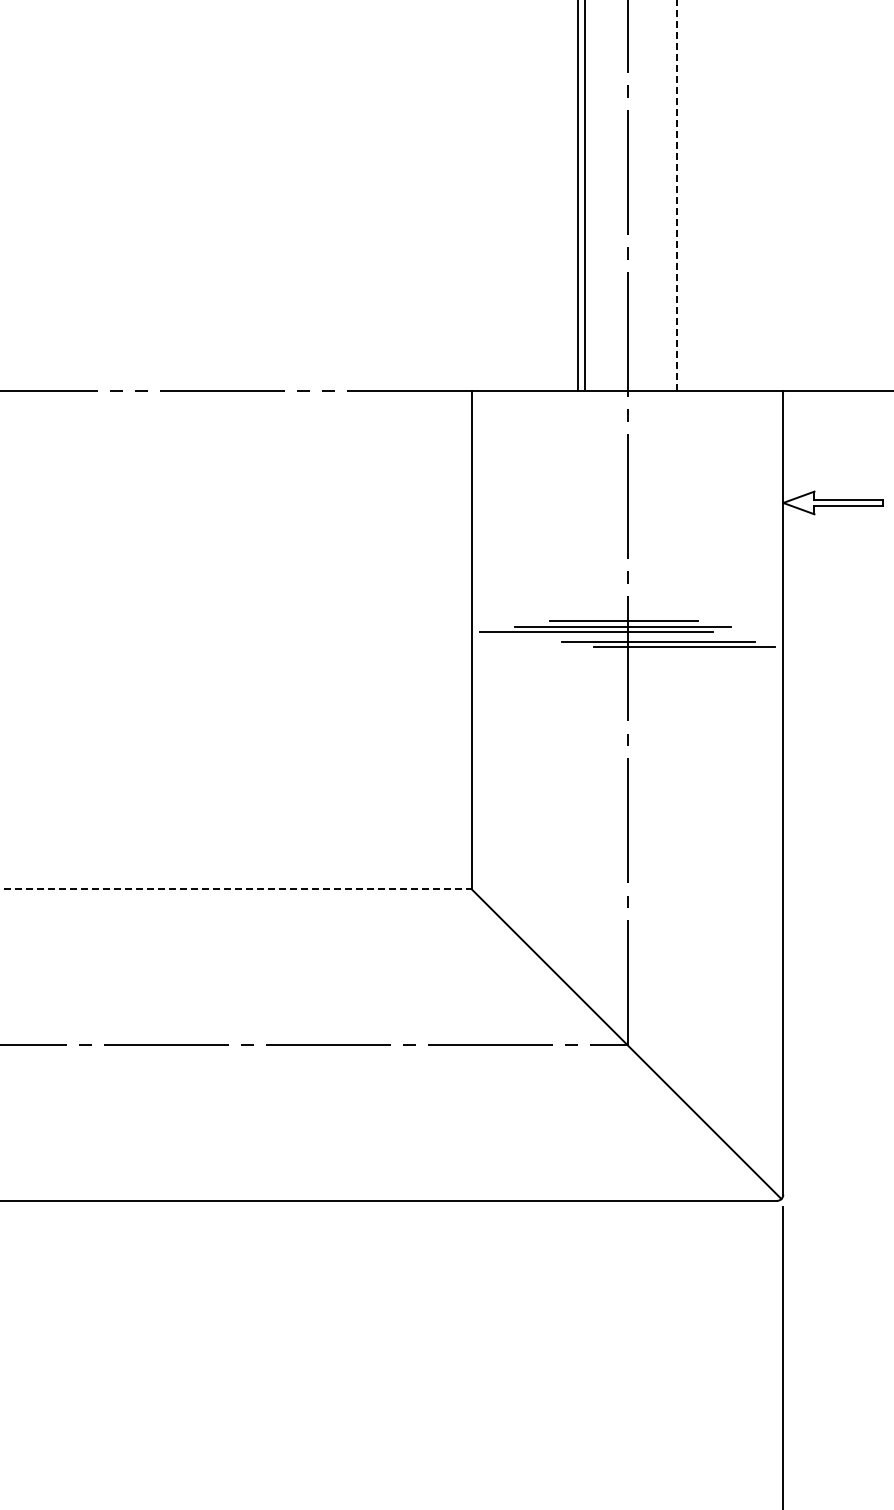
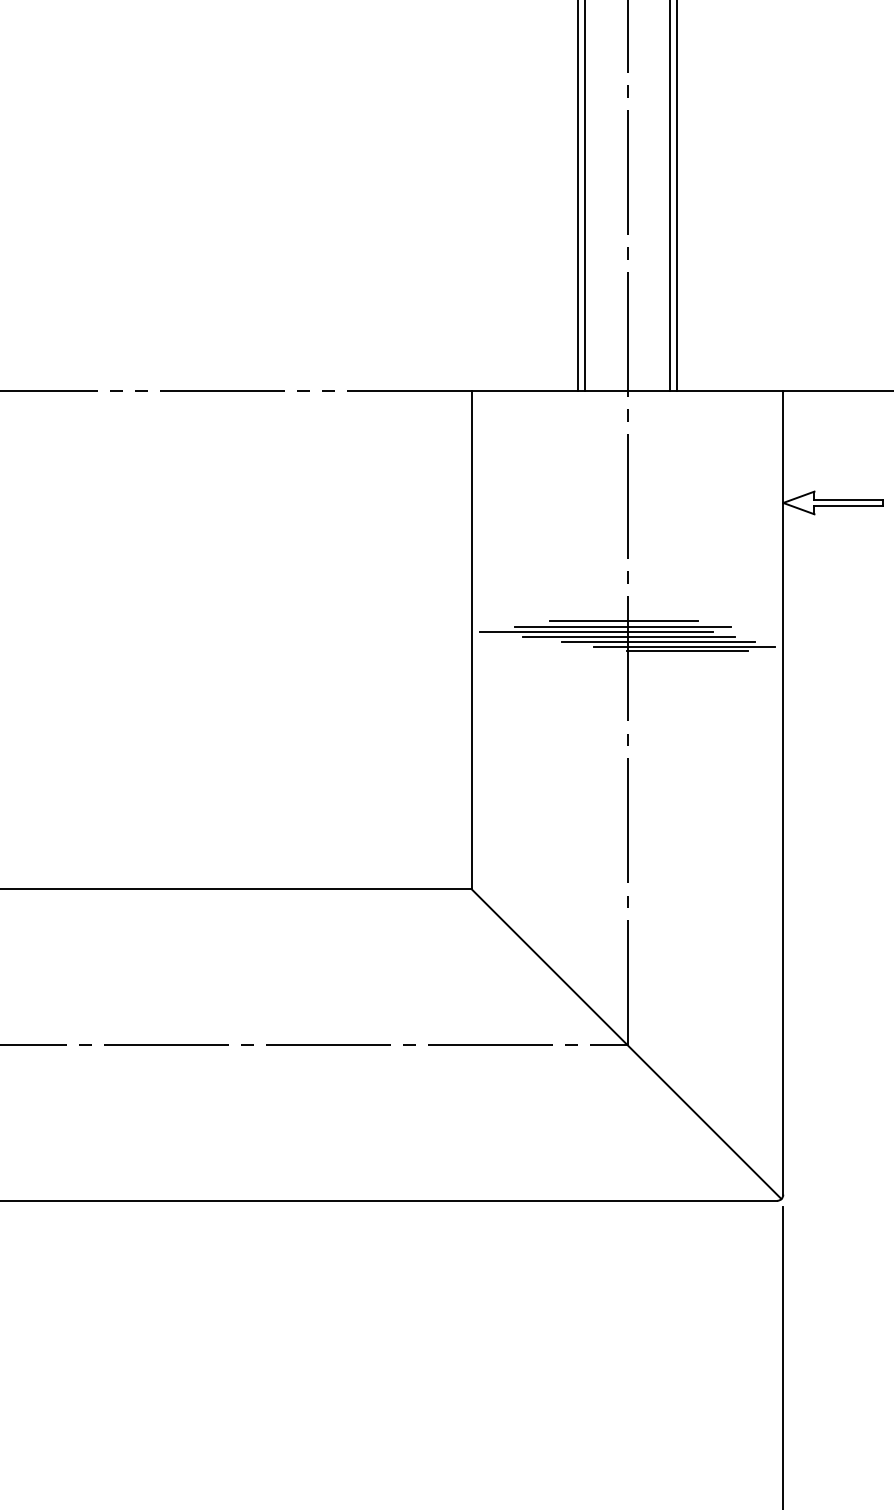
line at (677, 194): dashed -> solid
line at (669, 196): none -> present
line at (629, 636): none -> present
line at (687, 650): none -> present
line at (236, 889): dashed -> solid
